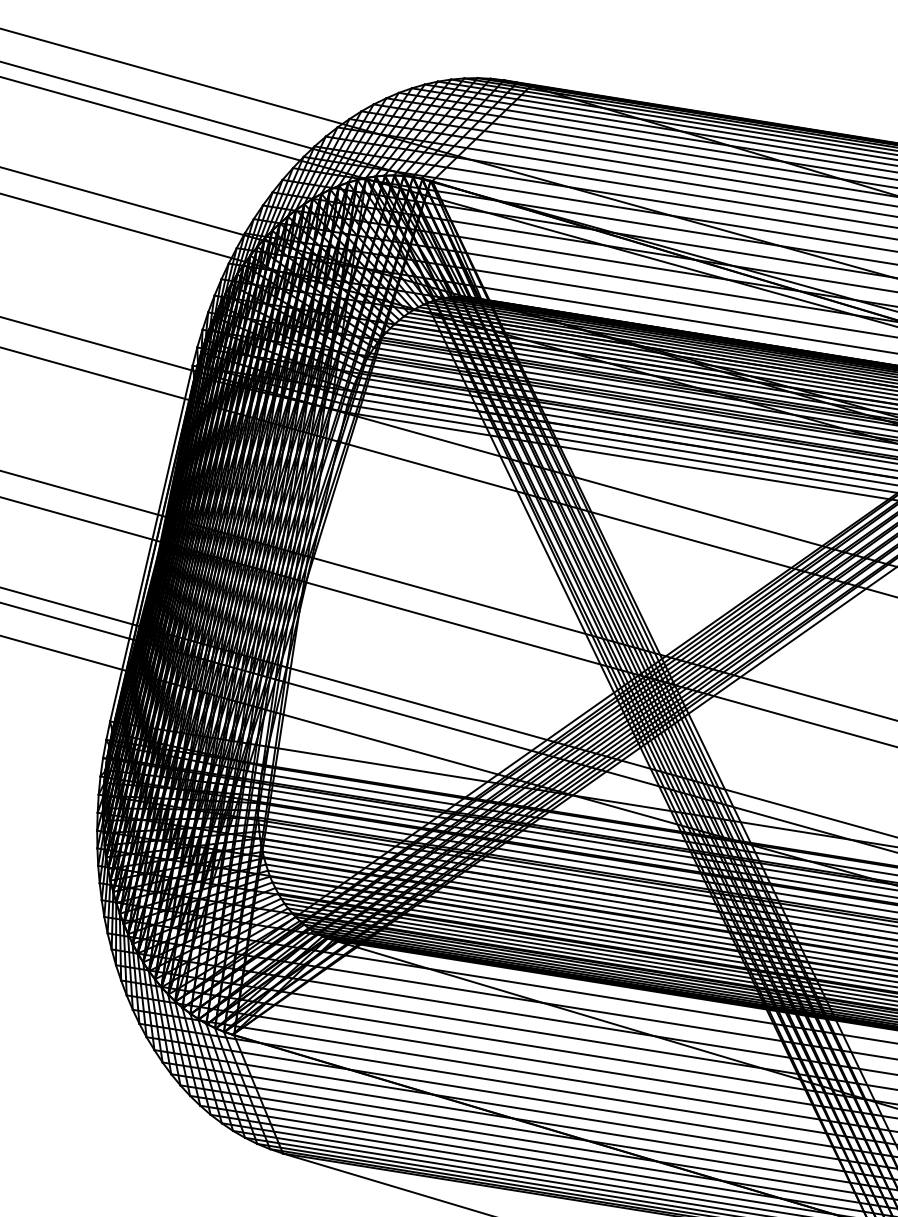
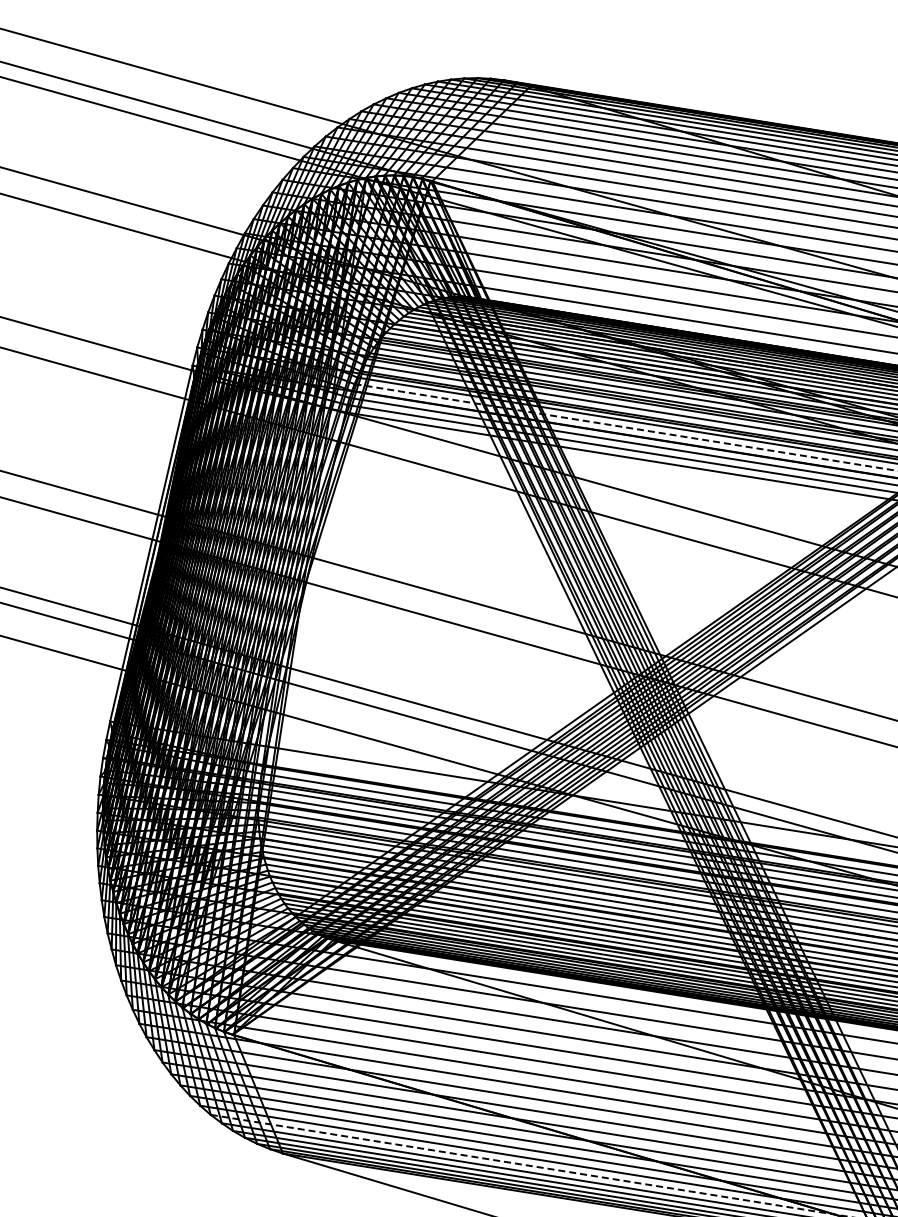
line at (625, 427): solid -> dashed
line at (530, 1165): solid -> dashed
